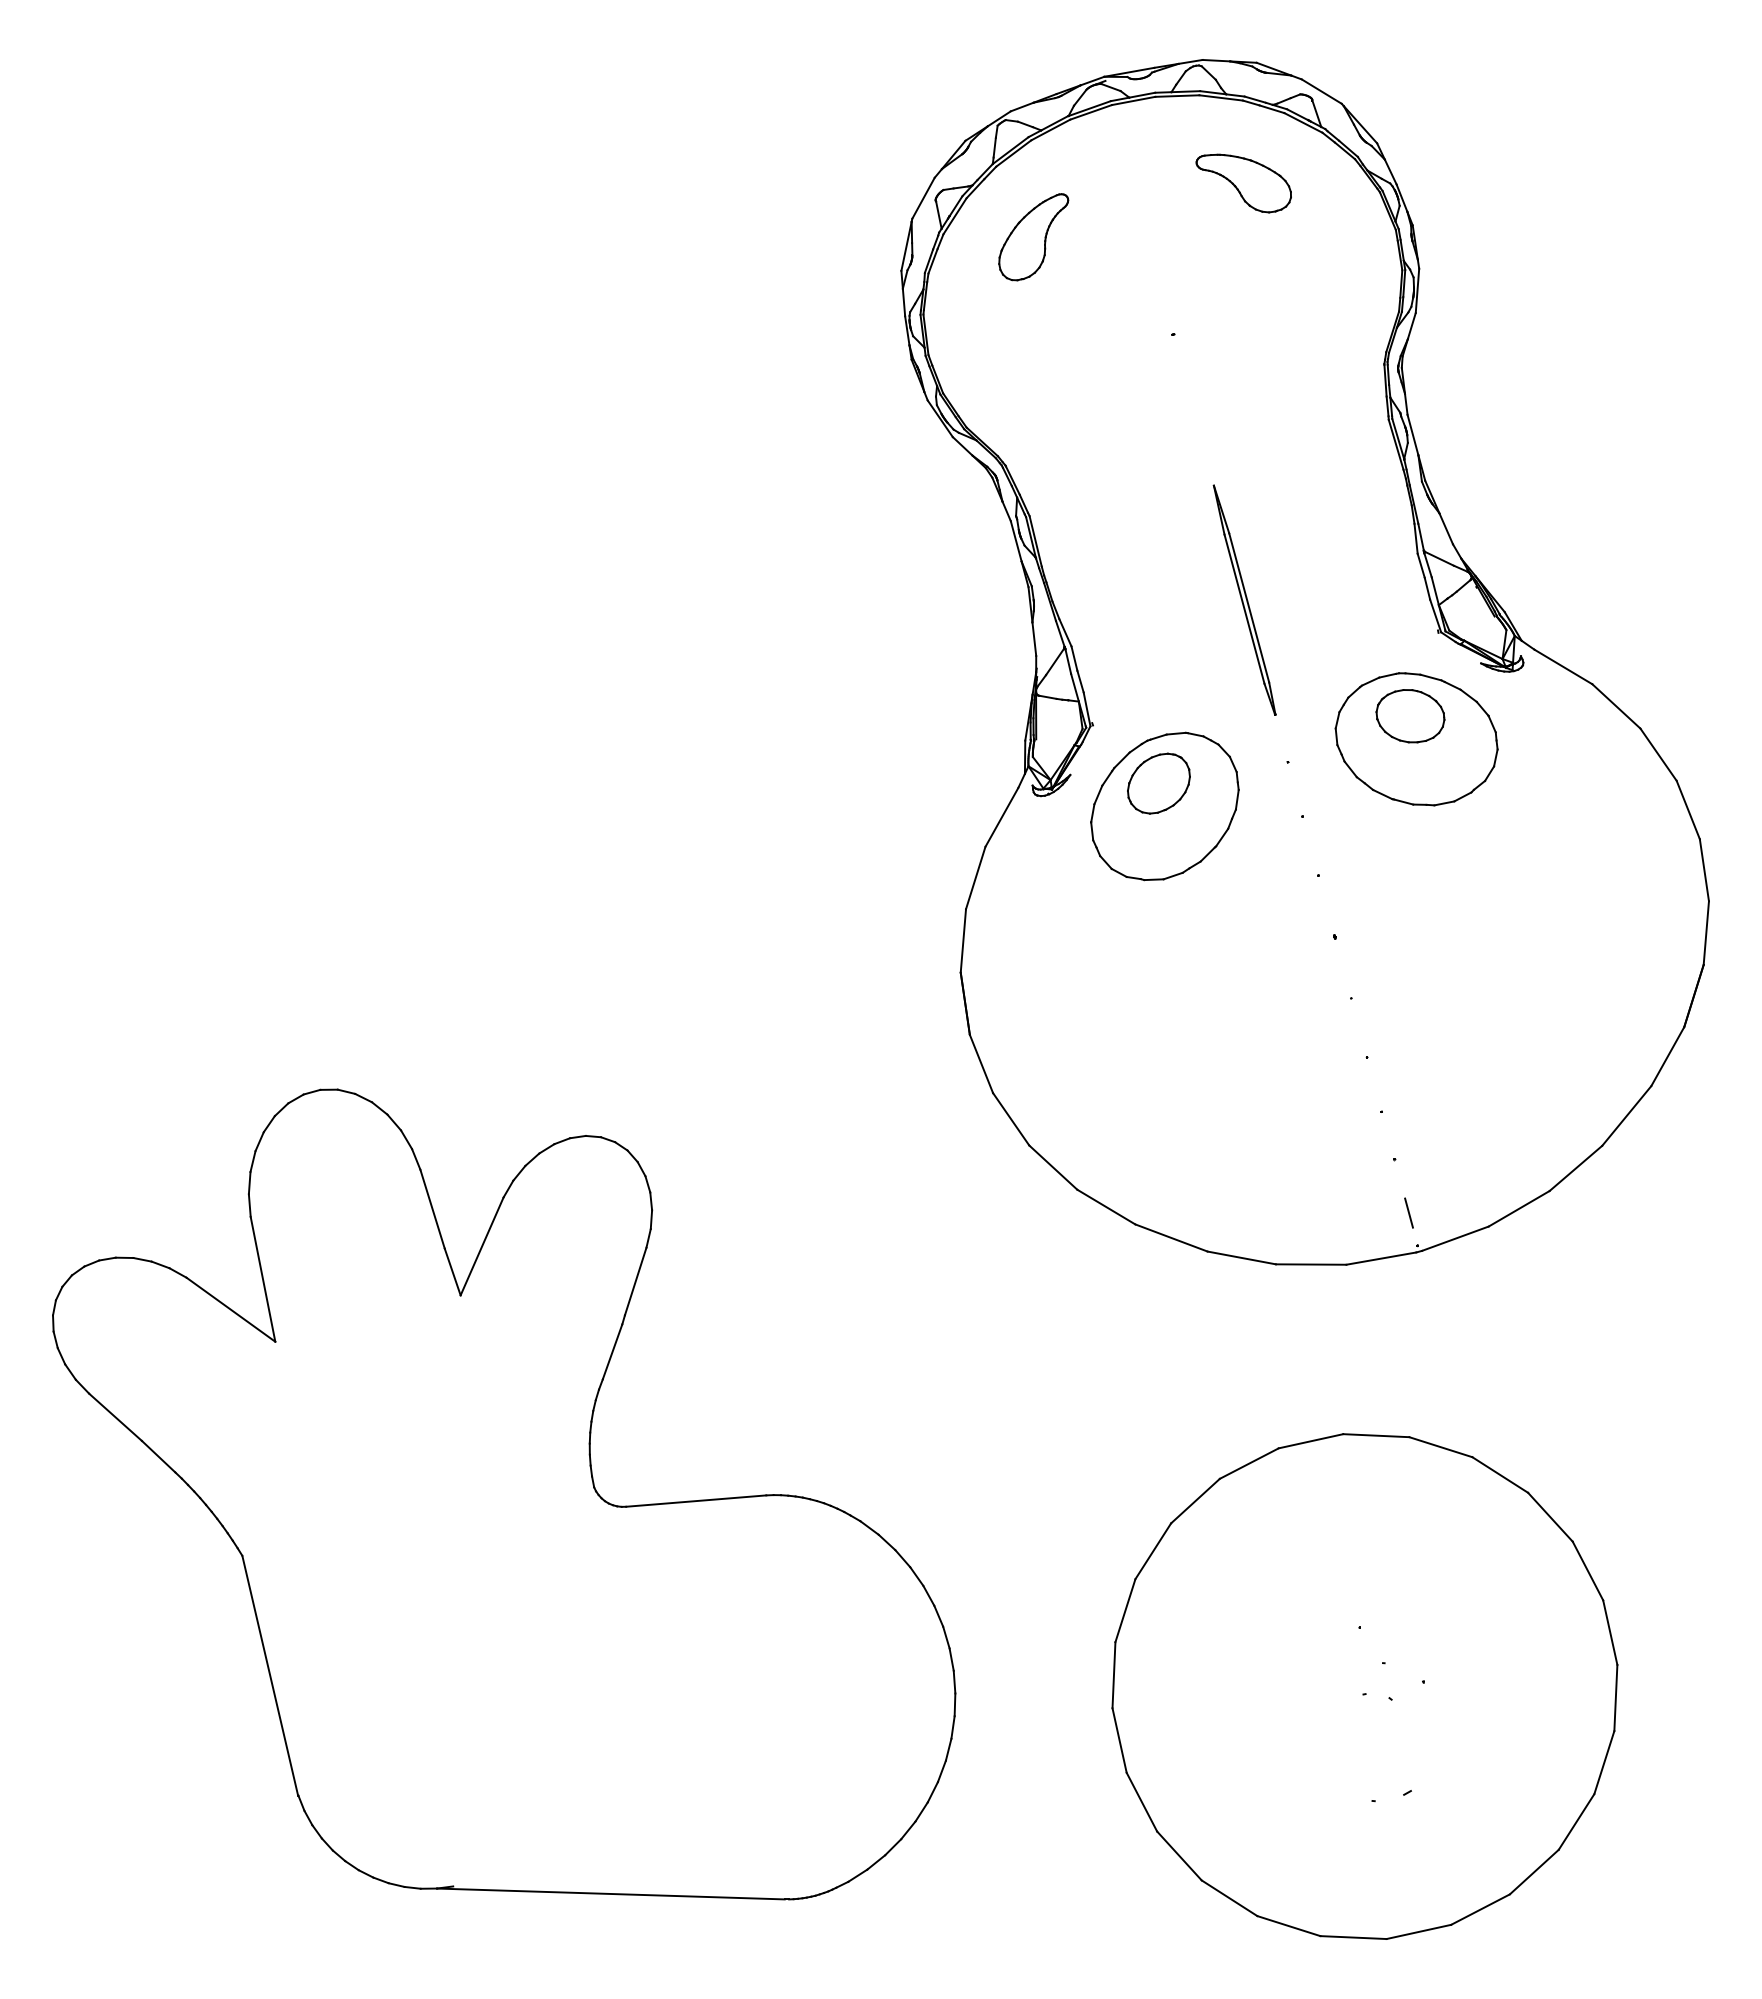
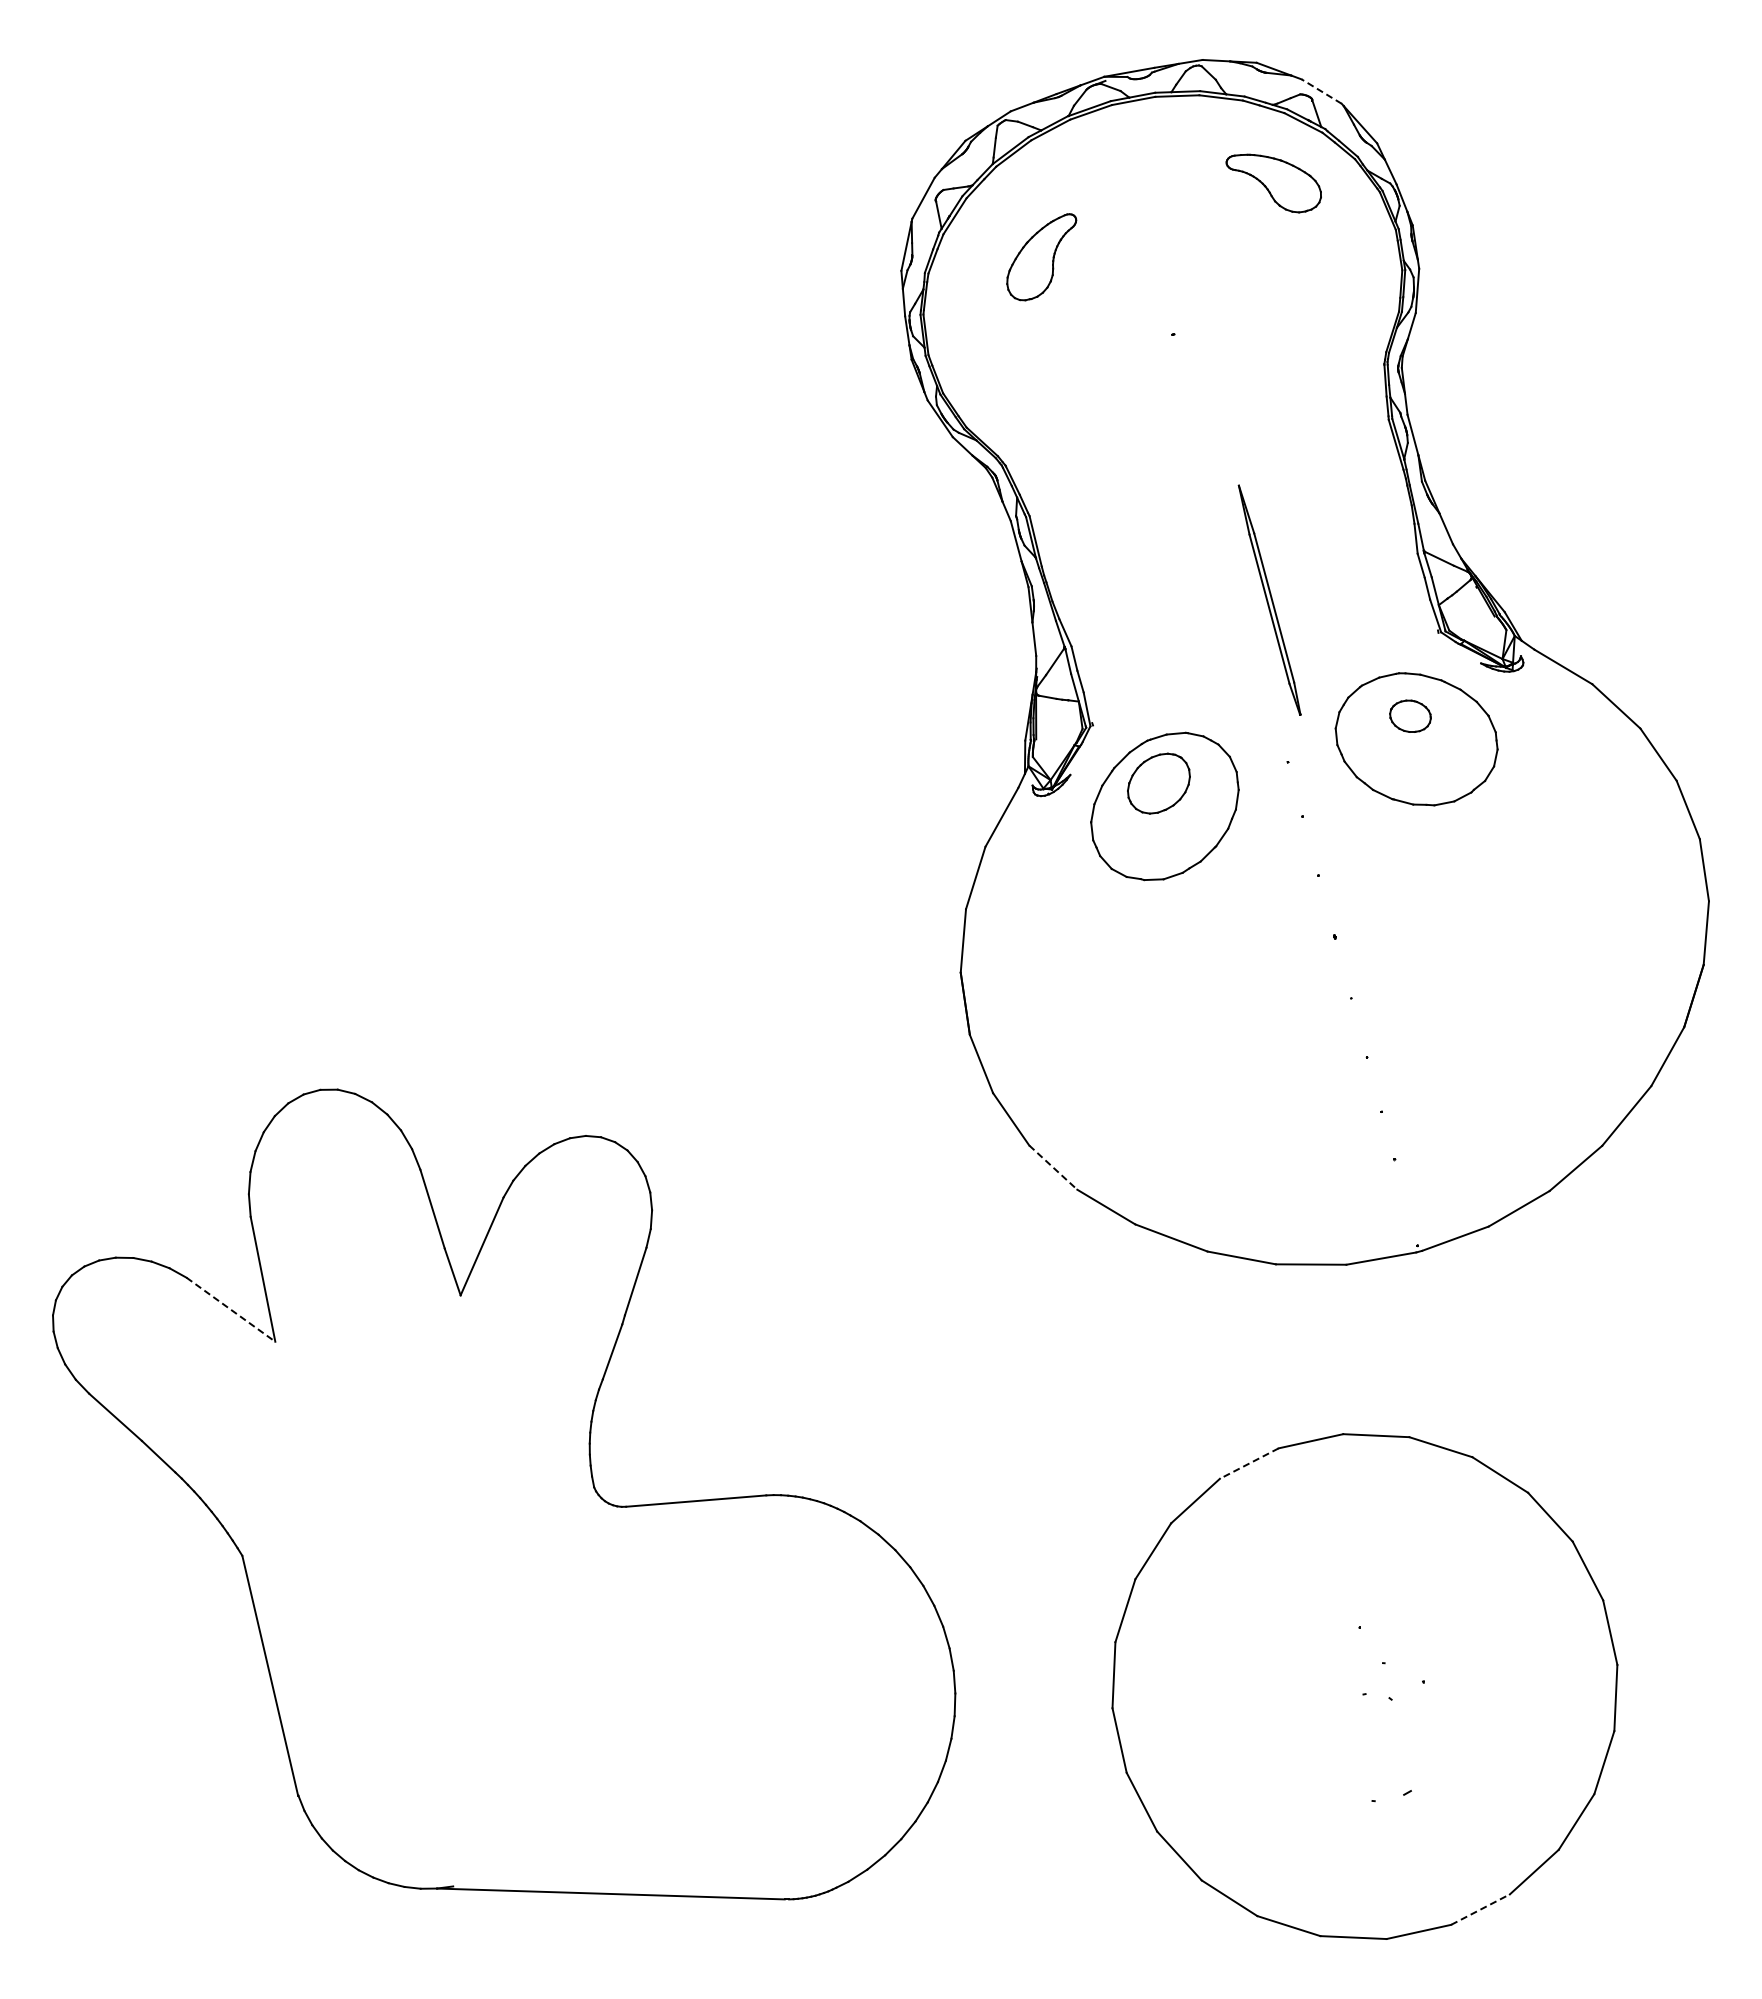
line at (1321, 91): solid -> dashed
part at (1243, 183) position: (1243, 183) -> (1273, 183)
part at (1033, 237) position: (1033, 237) -> (1041, 257)
part at (1244, 599) position: (1244, 599) -> (1269, 599)
part at (1410, 716) size: 71x55 px -> 43x34 px
line at (1053, 1167): solid -> dashed
line at (1408, 1212): present -> none
line at (230, 1309): solid -> dashed
line at (1248, 1463): solid -> dashed
line at (1480, 1909): solid -> dashed
